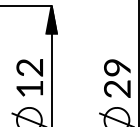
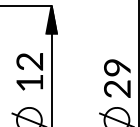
text at (29, 77) position: (29, 77) -> (29, 71)
